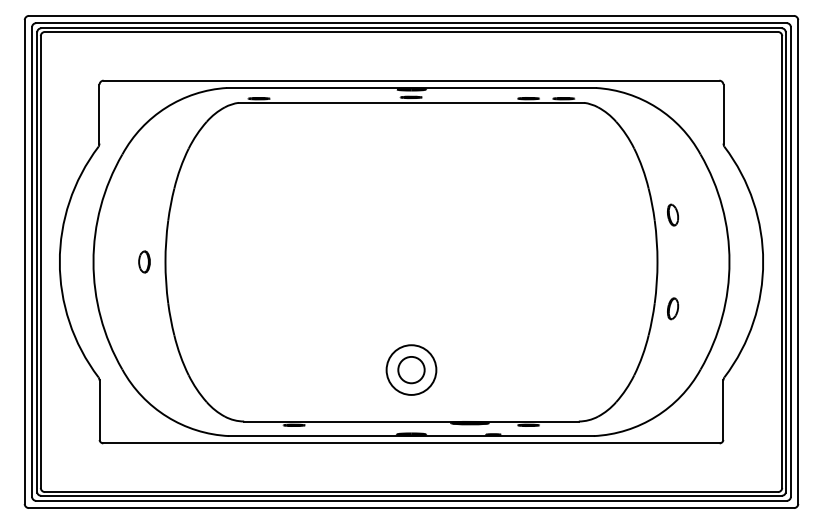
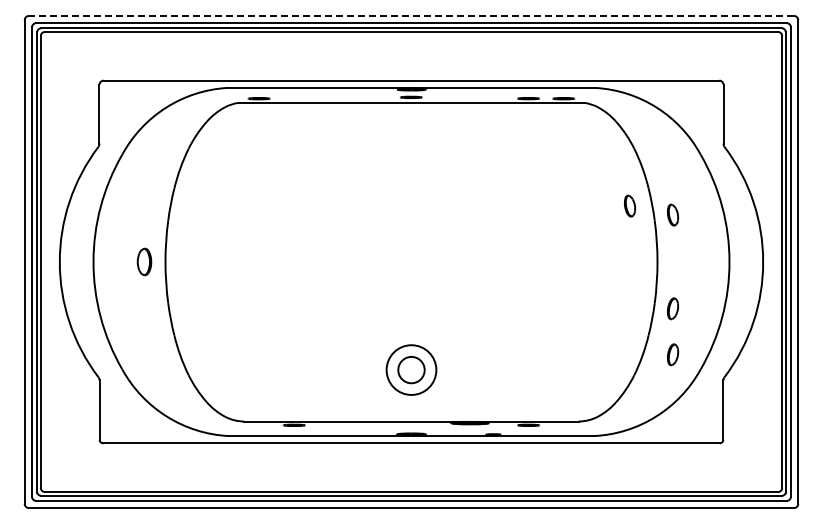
line at (411, 15): solid -> dashed
part at (630, 205): none -> present
part at (144, 261) size: 13x24 px -> 17x30 px
part at (673, 354): none -> present
